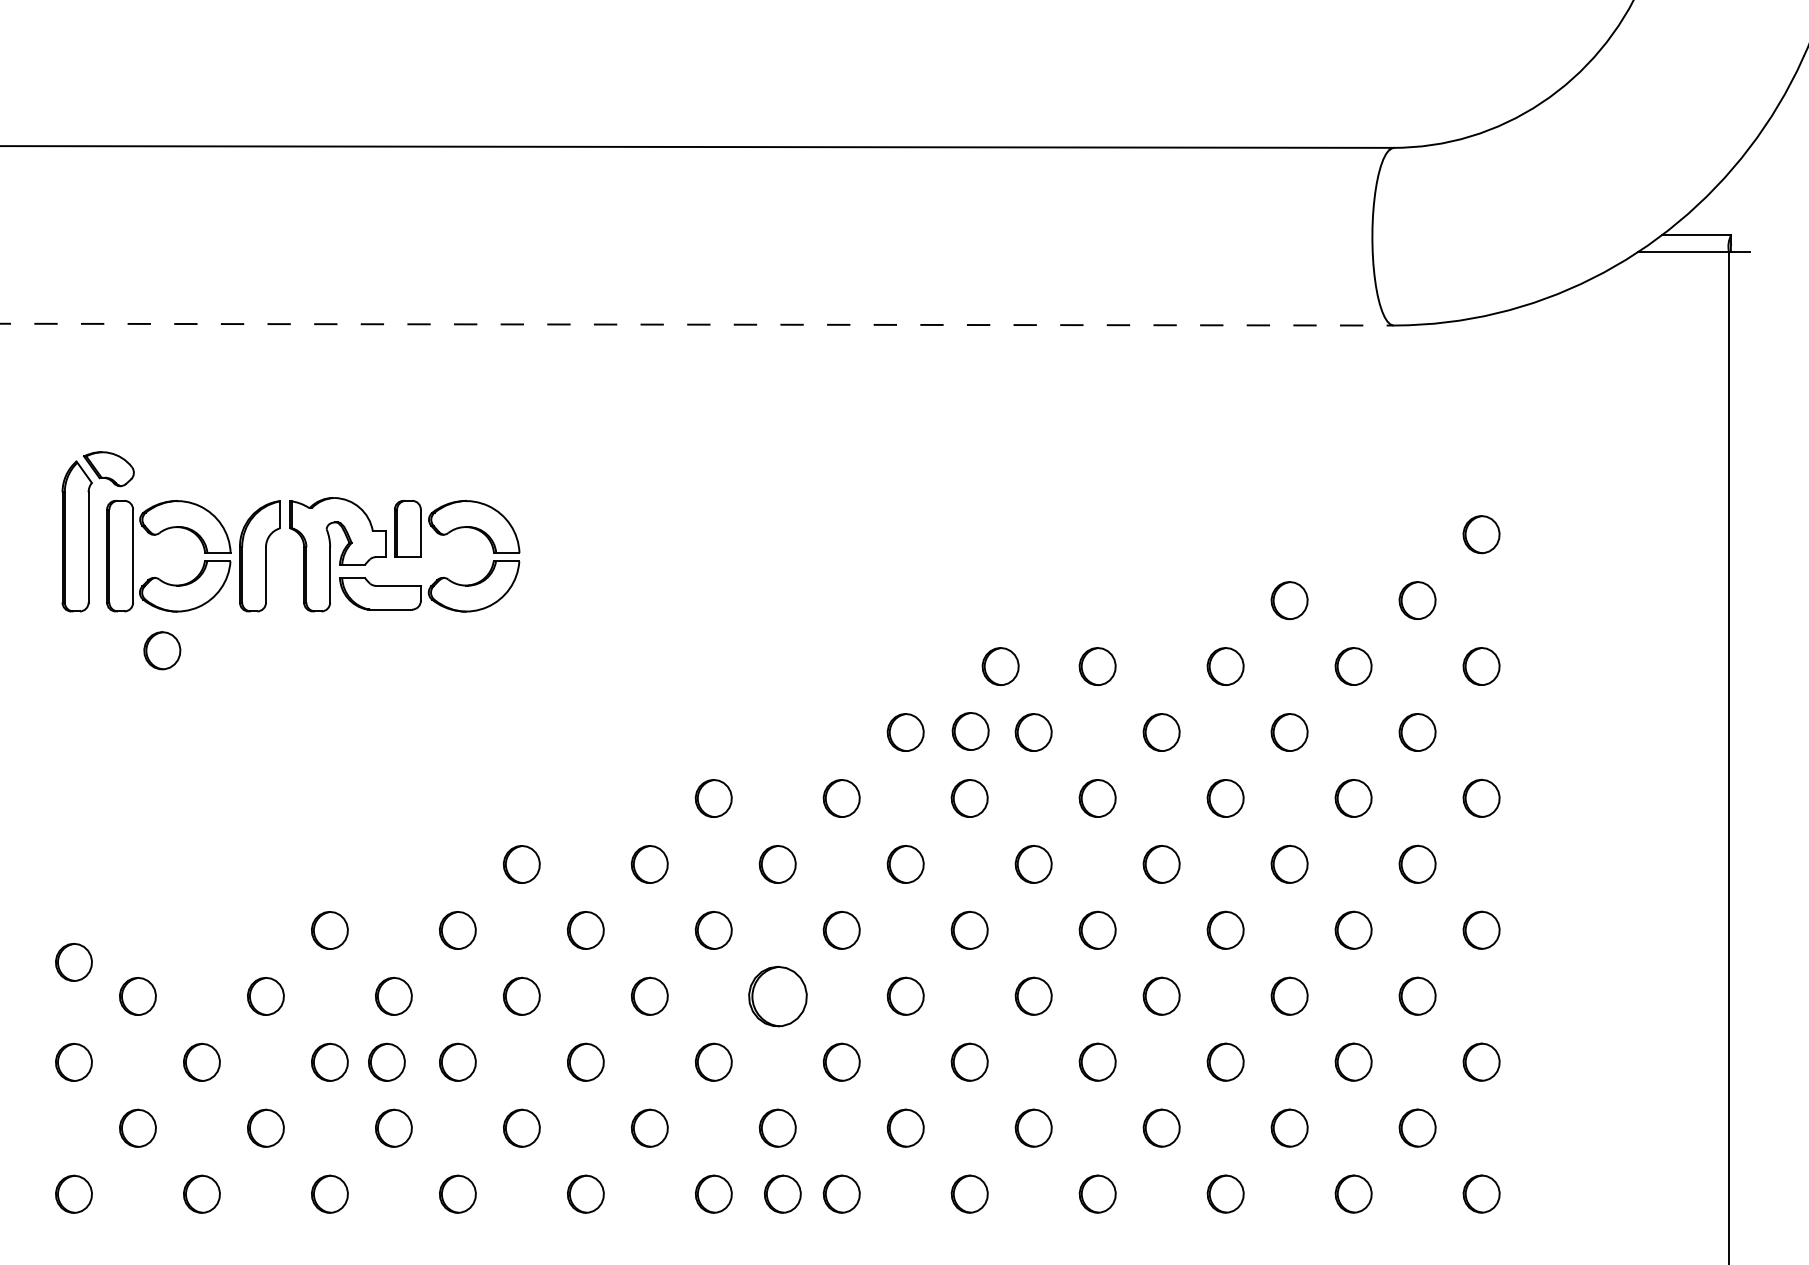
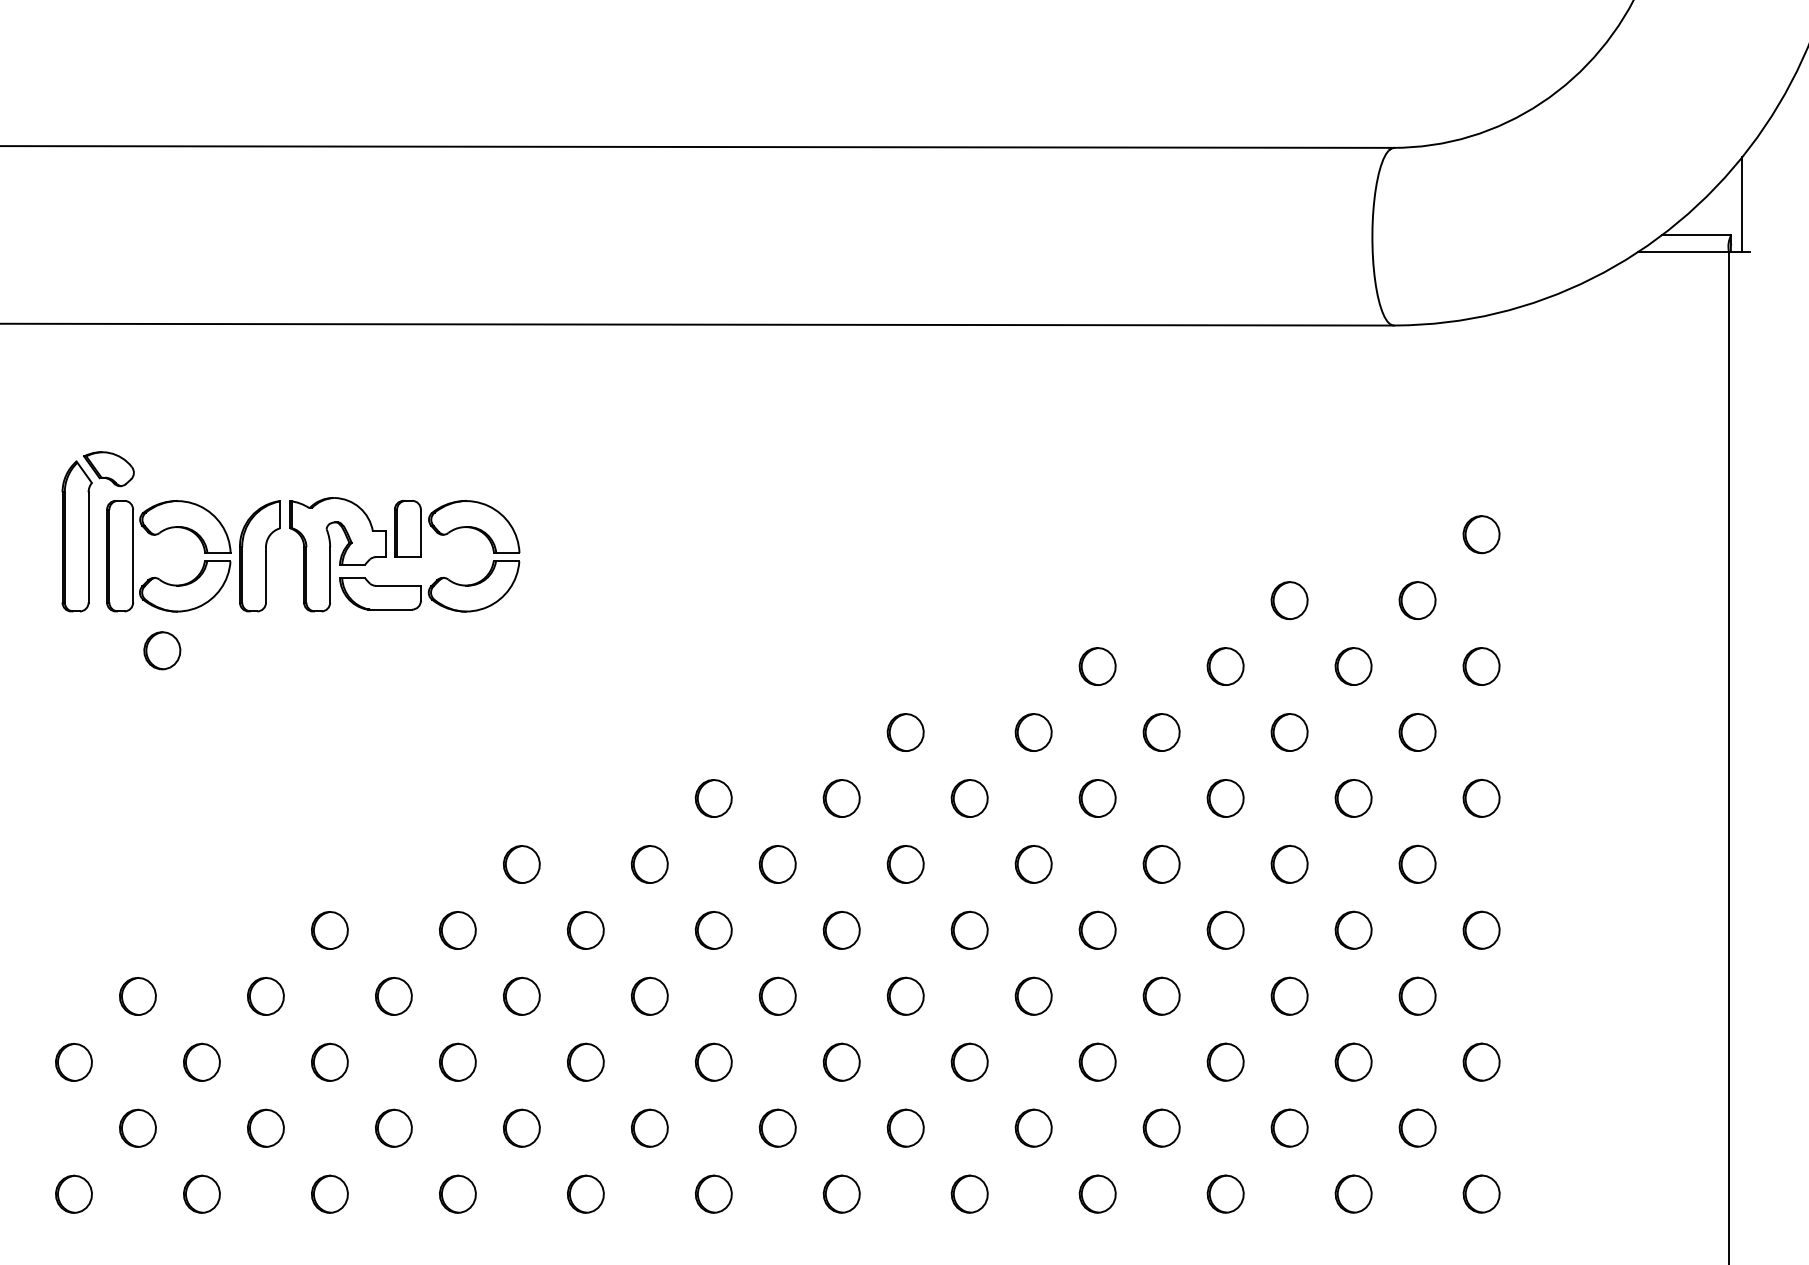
line at (1742, 204): none -> present
line at (697, 324): dashed -> solid
part at (1000, 666): present -> none
part at (970, 731): present -> none
part at (73, 961): present -> none
part at (777, 996) size: 60x62 px -> 39x40 px
part at (386, 1061): present -> none
part at (782, 1193): present -> none
